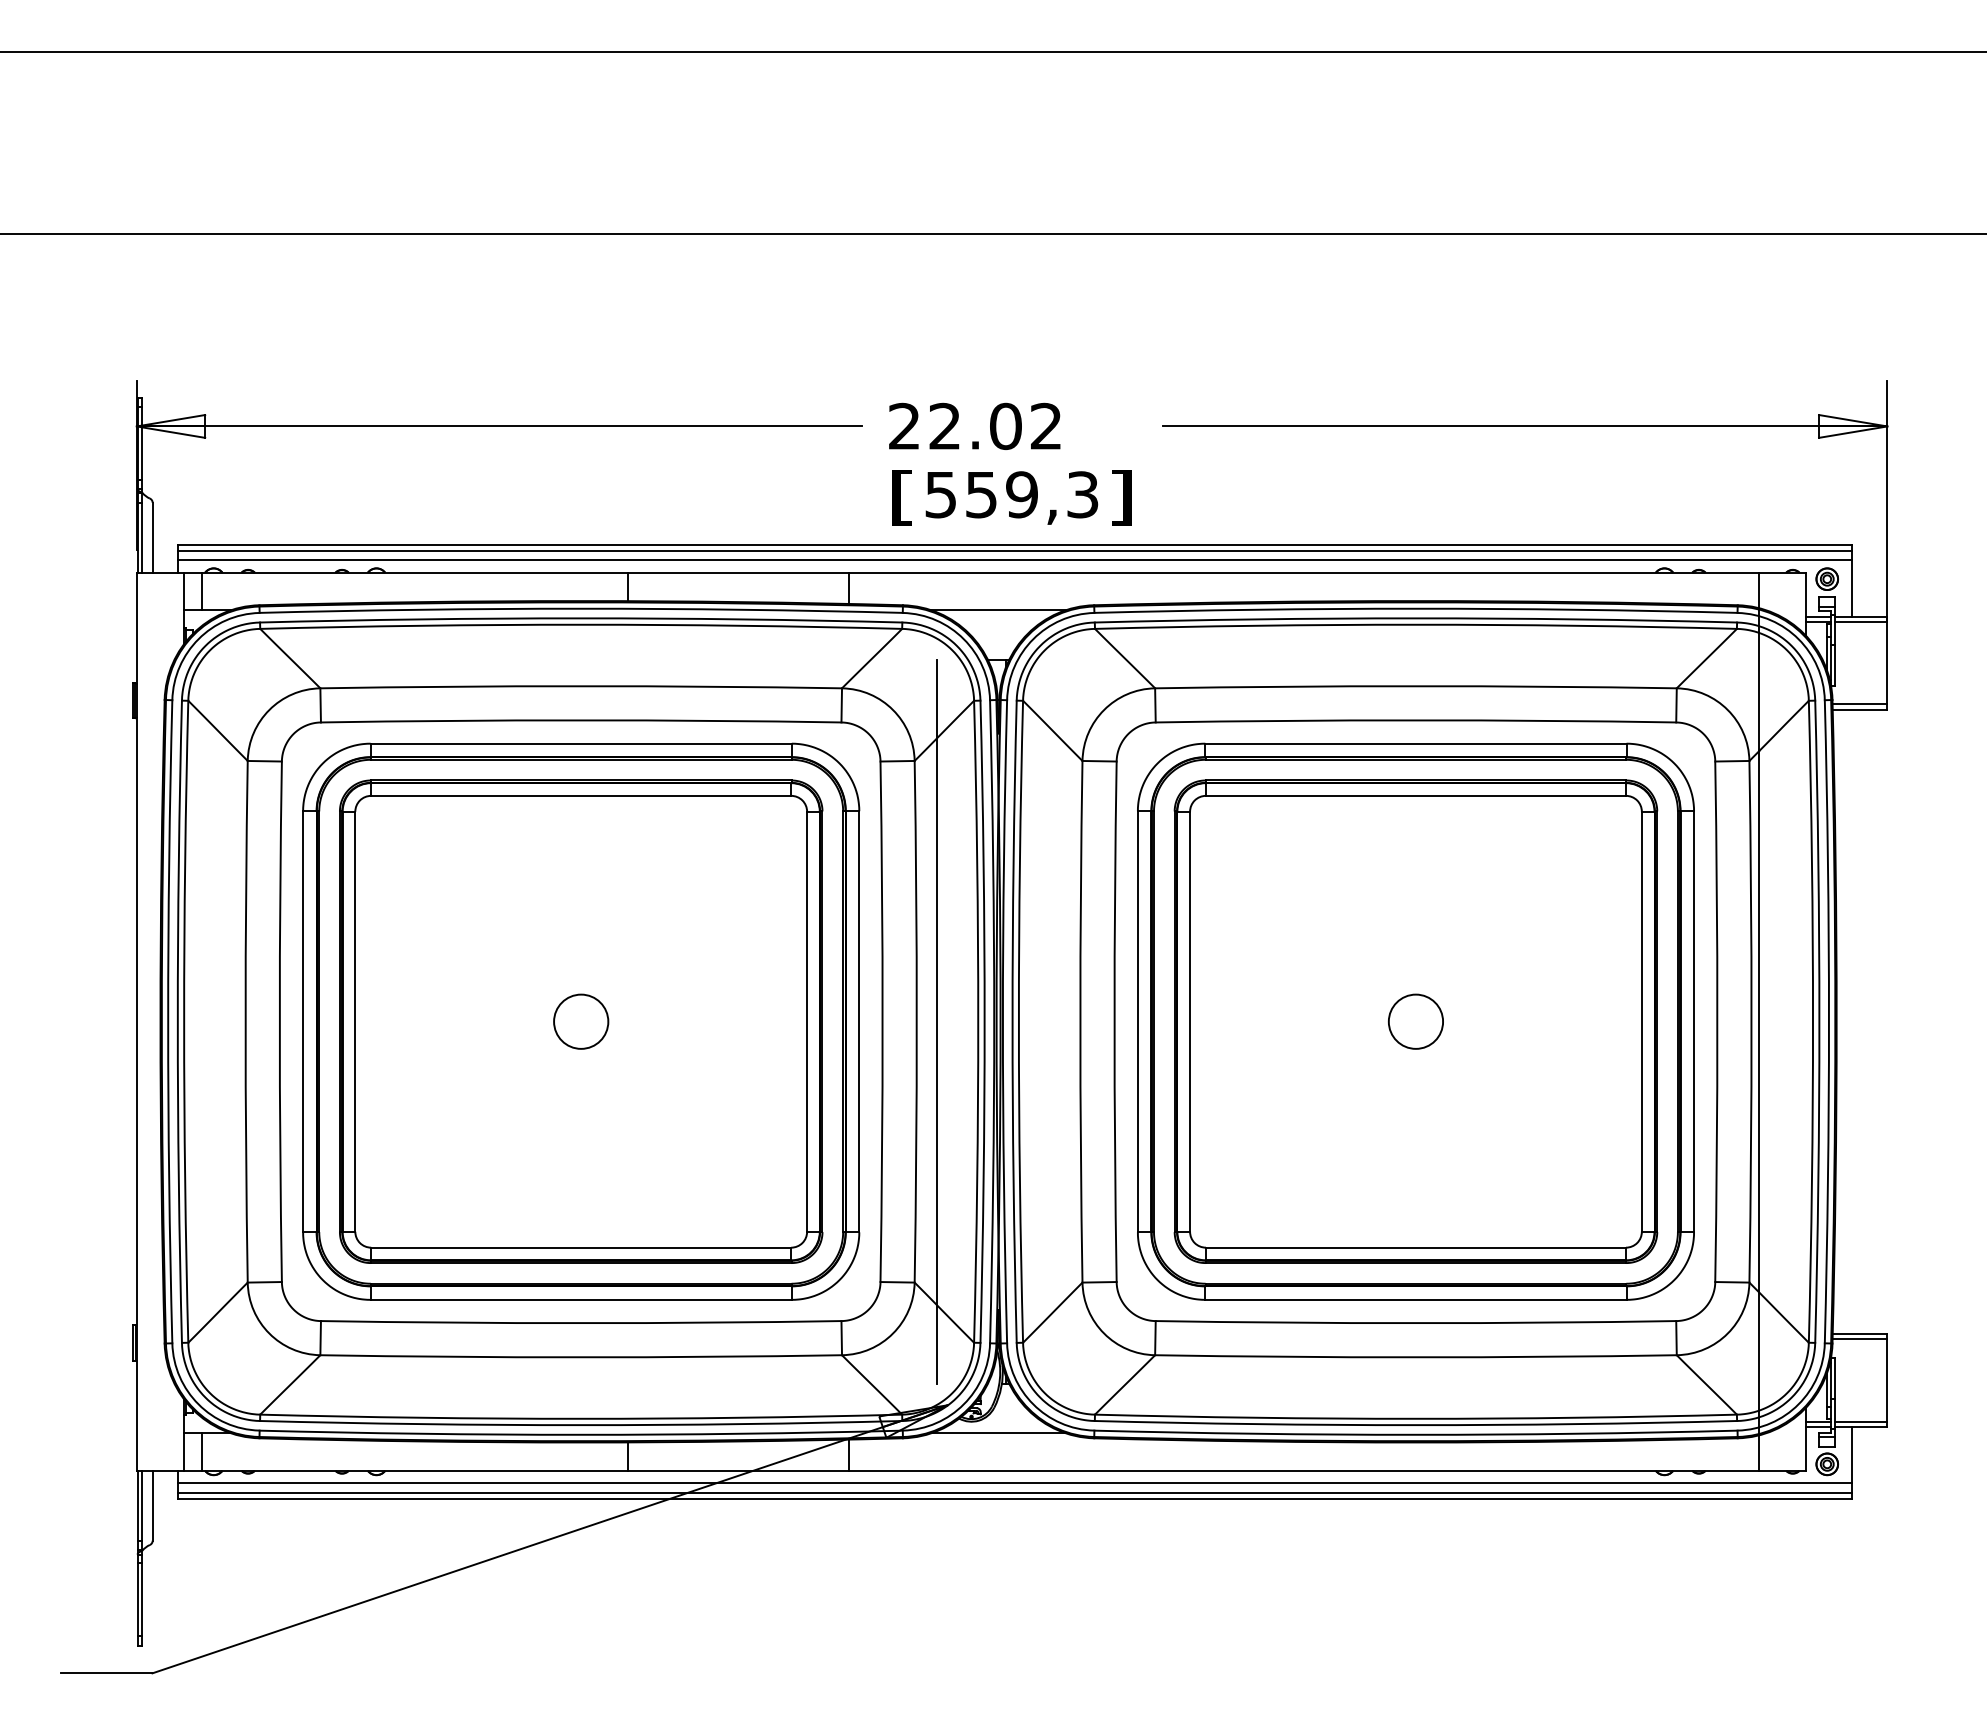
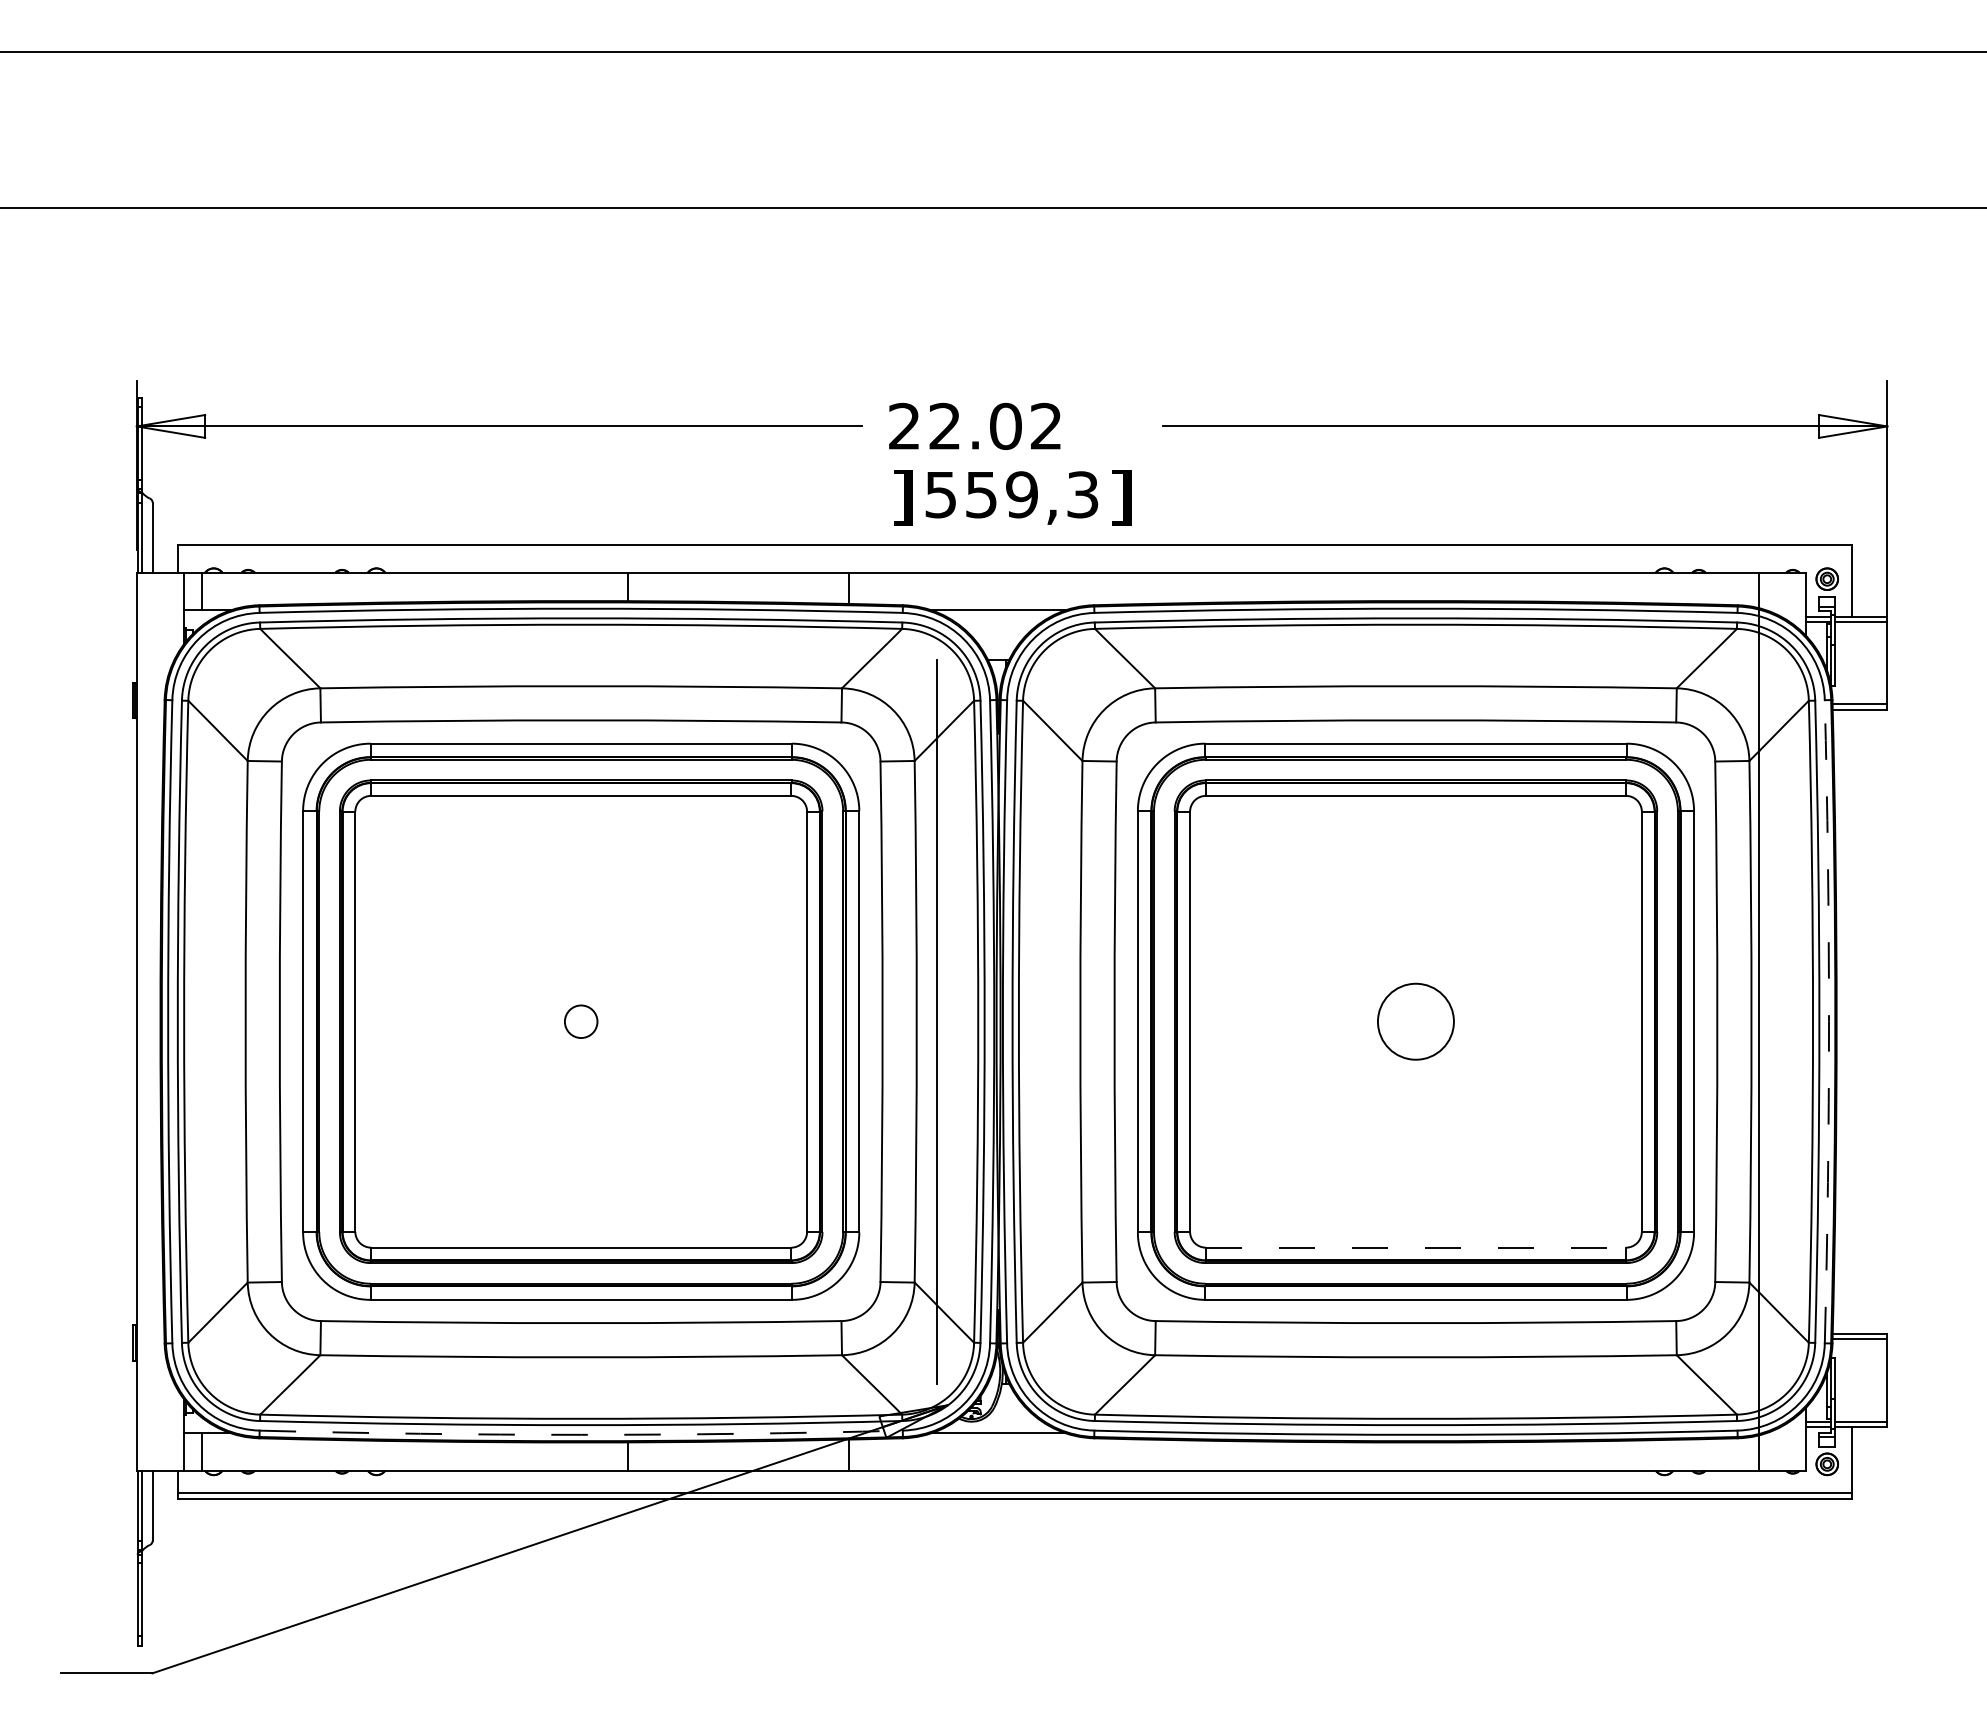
line at (992, 234) position: (992, 234) -> (992, 208)
text at (902, 497): [ -> ]
line at (1015, 551): present -> none
line at (1015, 560): present -> none
circle at (581, 1021) diameter: 54 px -> 33 px
circle at (1415, 1021) diameter: 54 px -> 76 px
arc at (1828, 1021): solid -> dashed
line at (1416, 1247): solid -> dashed
arc at (581, 1434): solid -> dashed
line at (1015, 1483): present -> none
